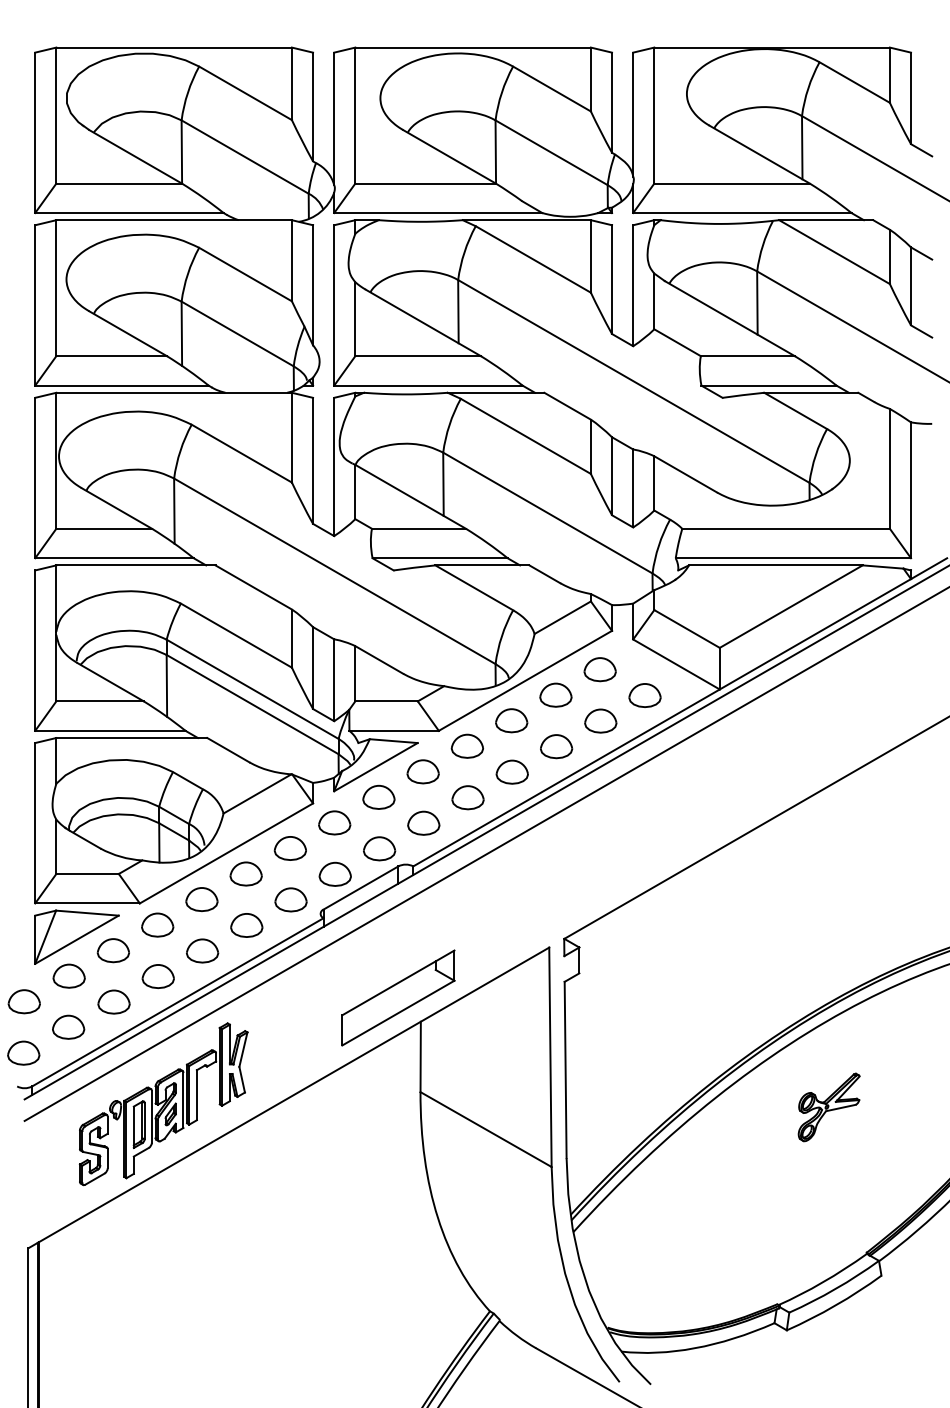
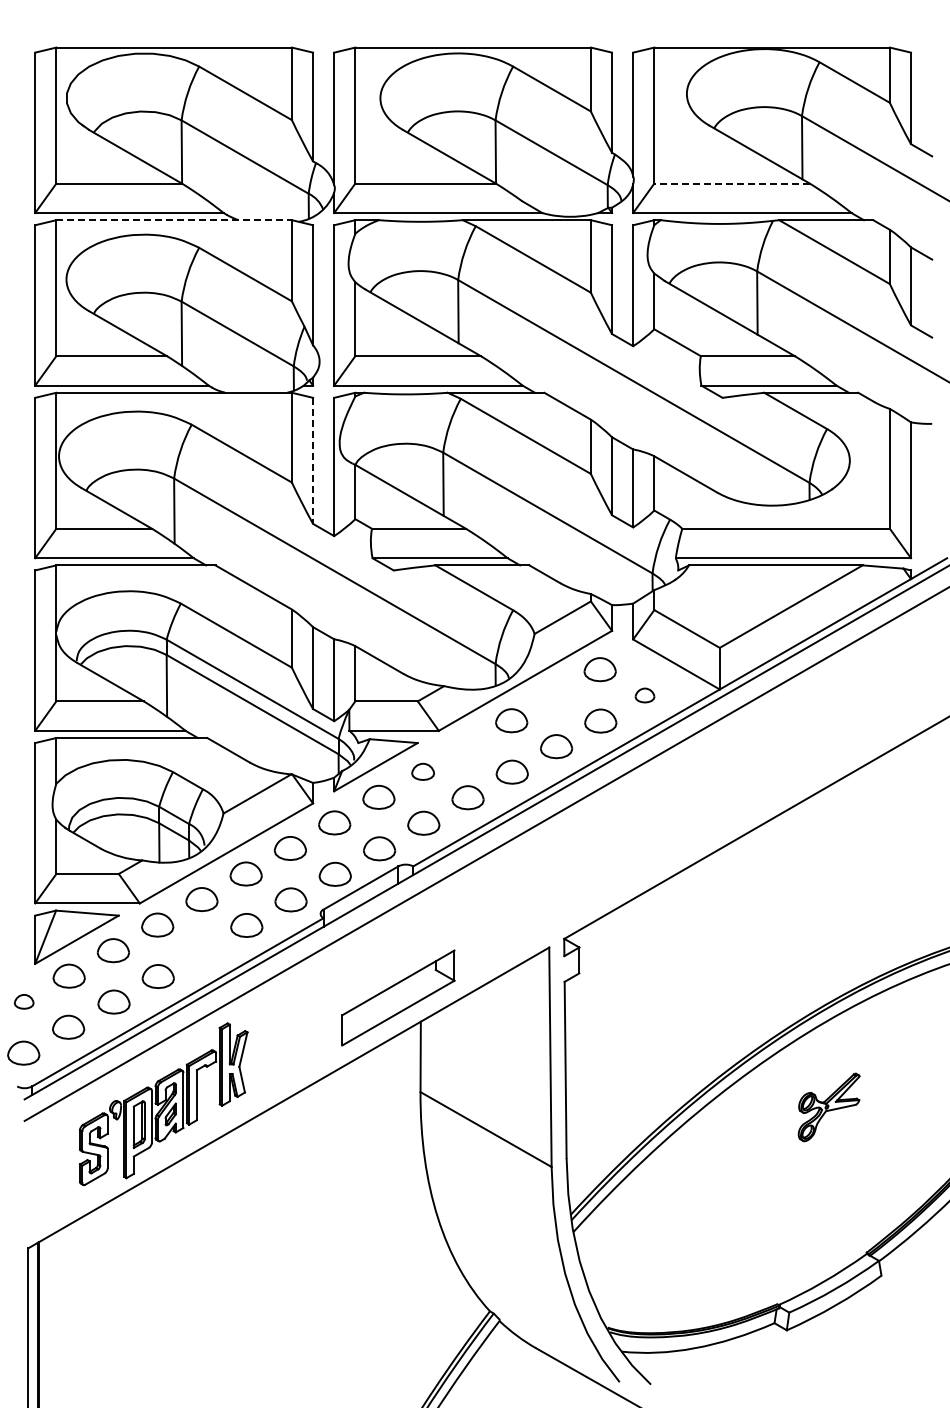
line at (732, 183): solid -> dashed
line at (174, 220): solid -> dashed
line at (313, 461): solid -> dashed
part at (555, 694): present -> none
part at (644, 695) size: 34x25 px -> 22x17 px
part at (466, 745): present -> none
part at (422, 771) size: 34x26 px -> 24x19 px
part at (202, 950): present -> none
part at (23, 1001) size: 34x26 px -> 22x16 px
